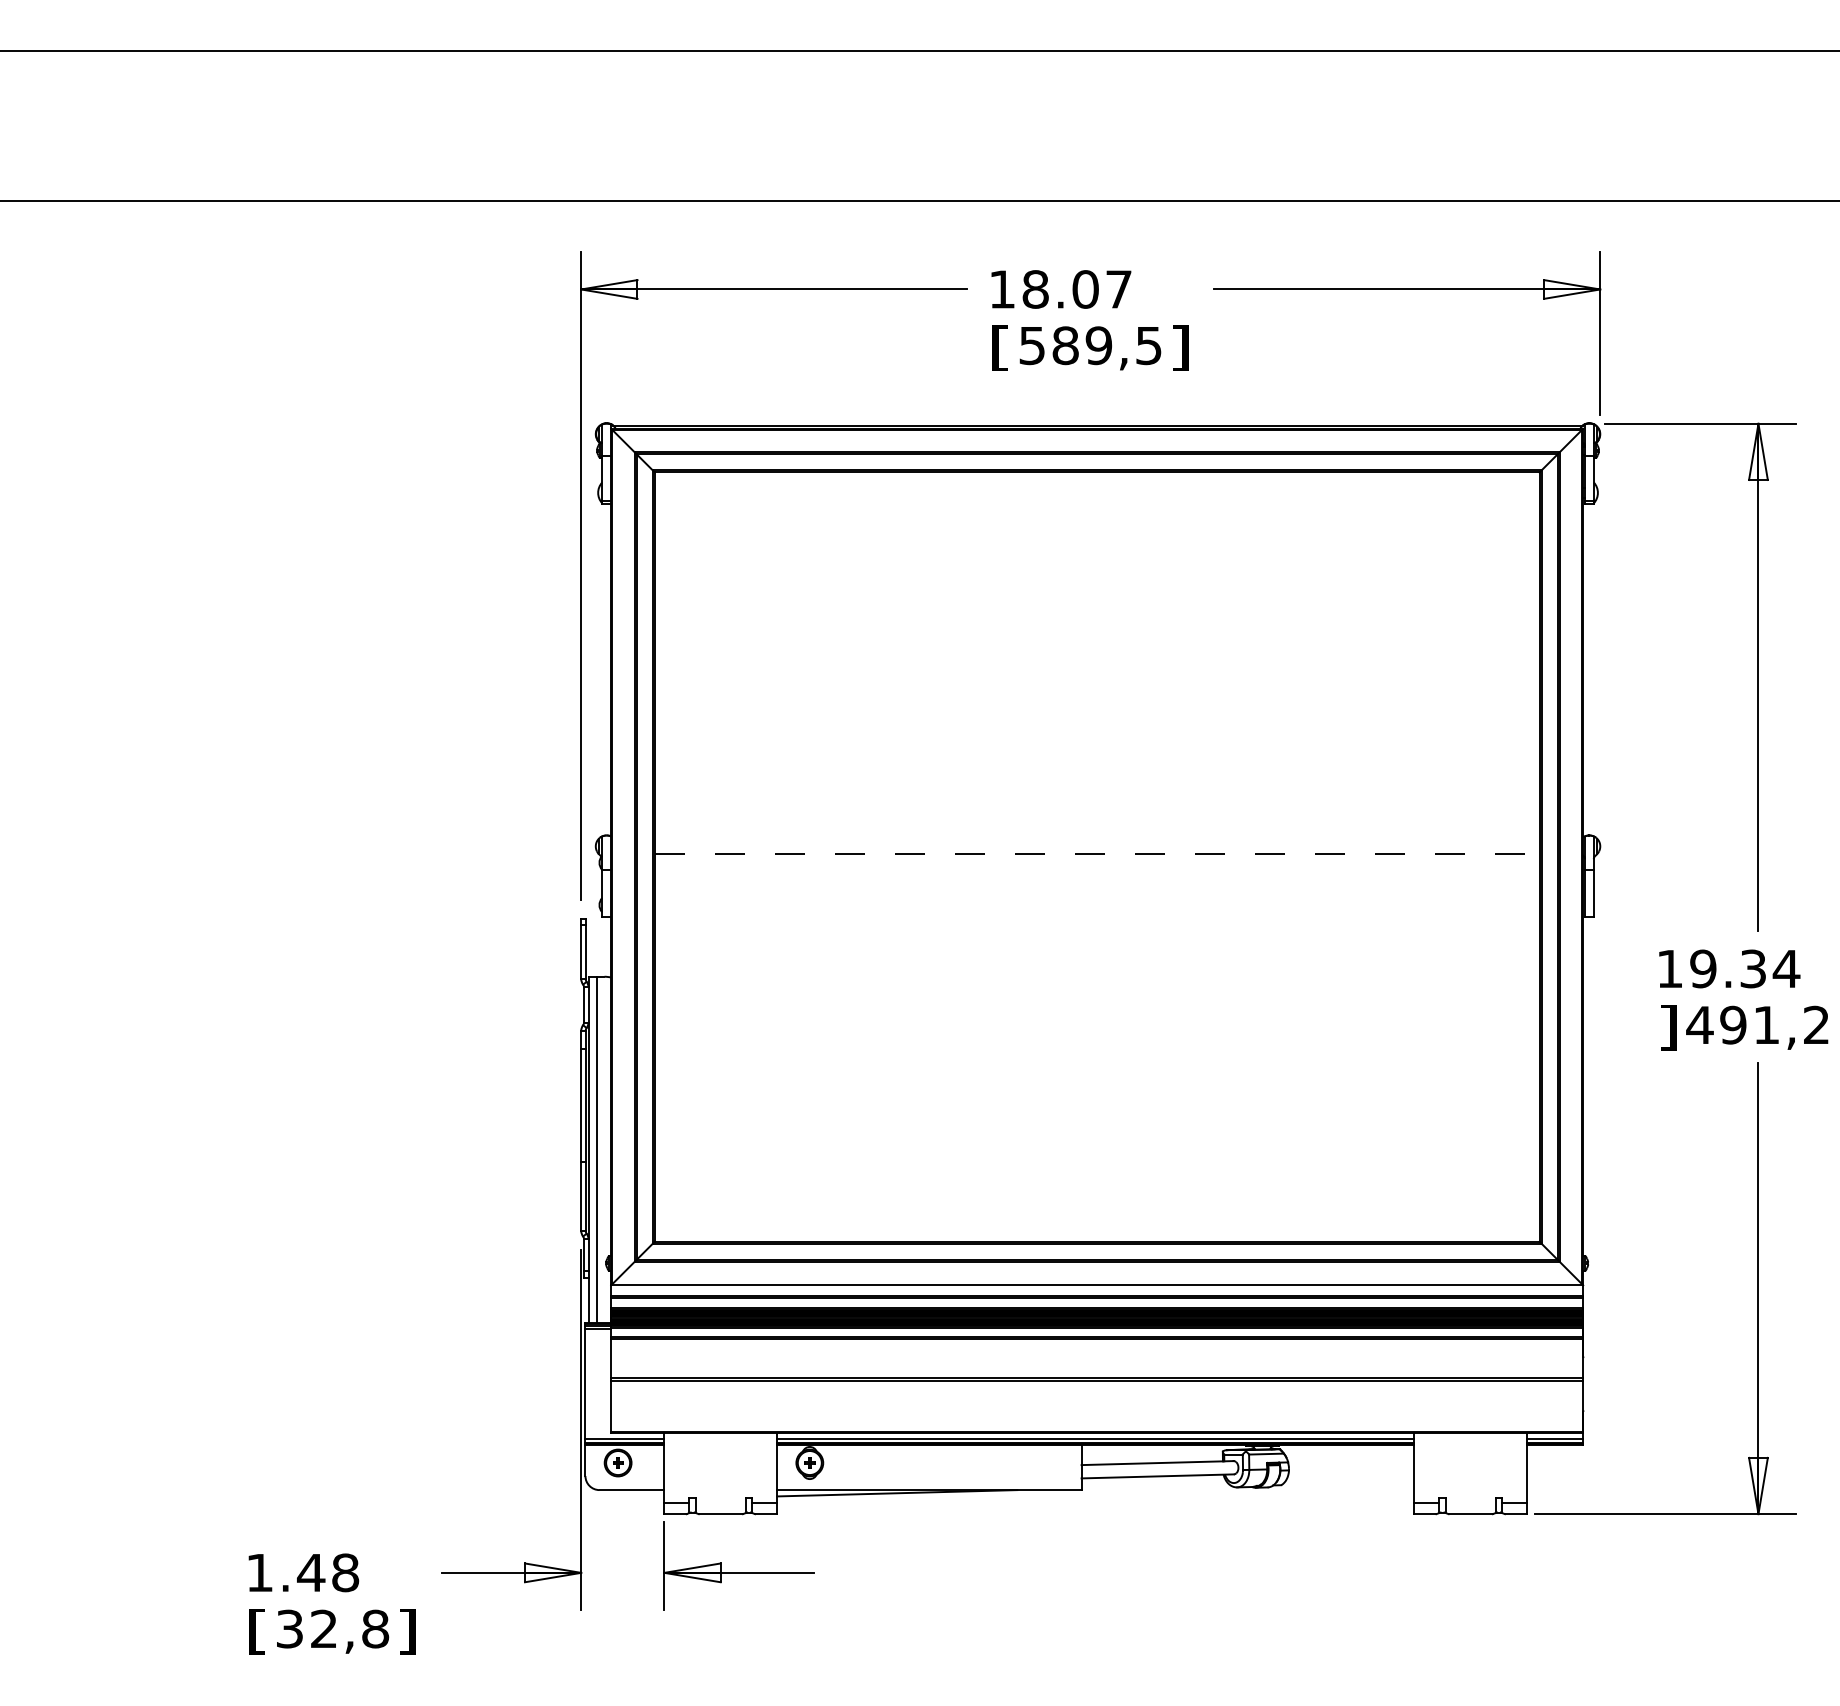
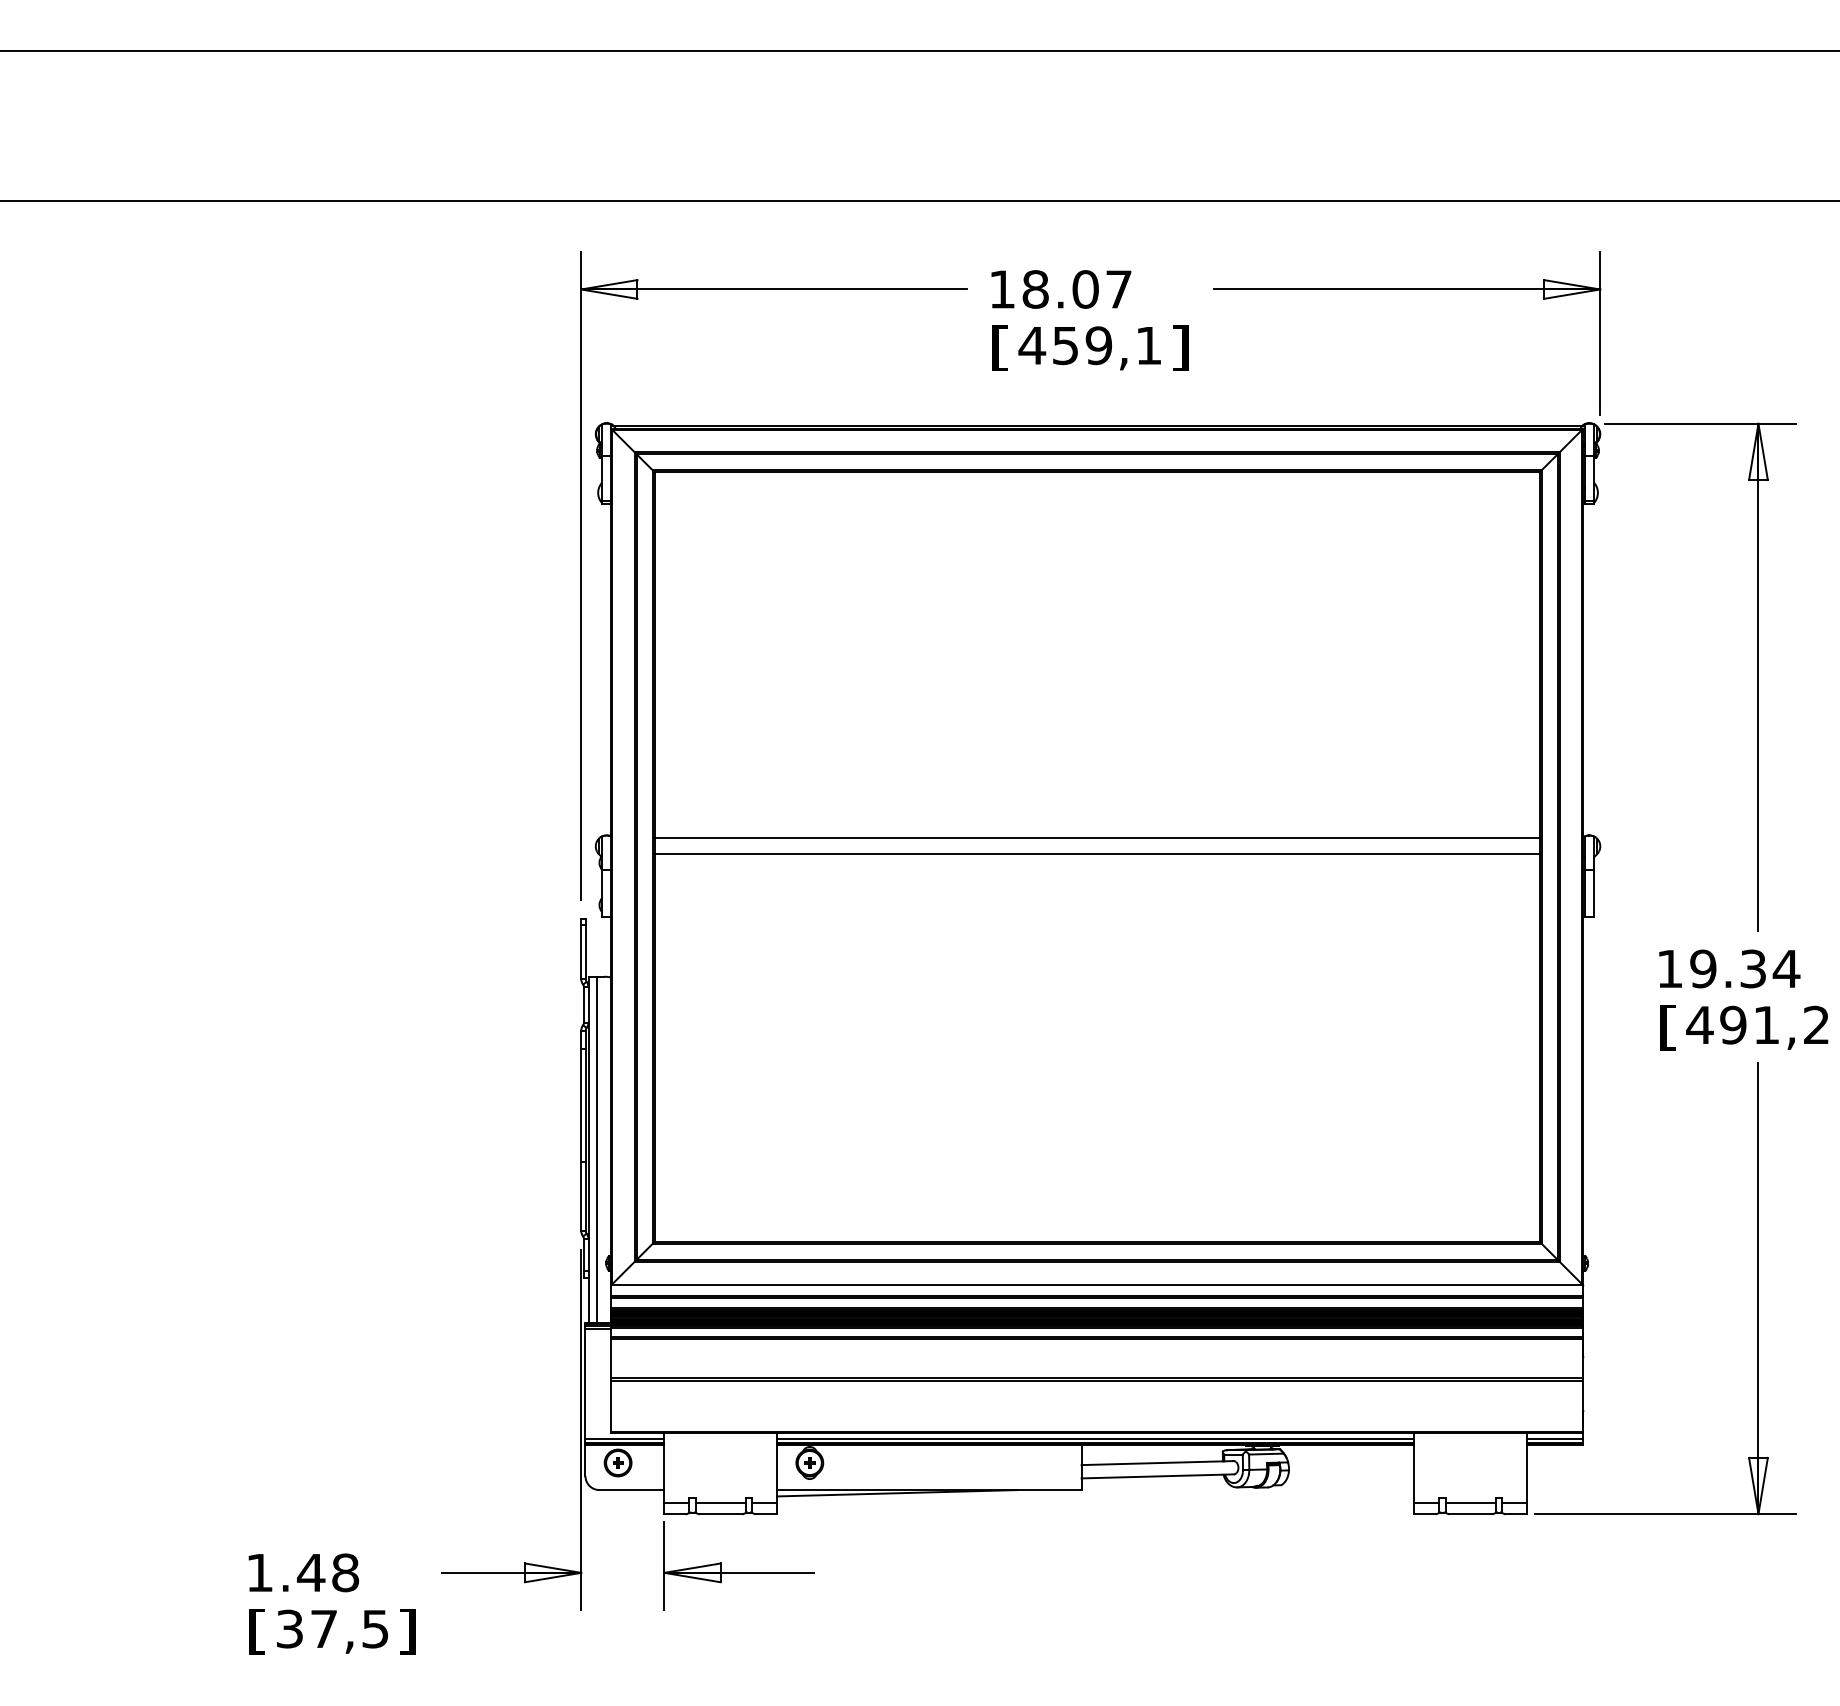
text at (1089, 345): 589,5 -> 459,1
line at (1096, 837): none -> present
line at (1097, 854): dashed -> solid
text at (1668, 1027): ] -> [
line at (720, 1502): none -> present
line at (1470, 1502): none -> present
text at (350, 1628): 32,8 -> 37,5
